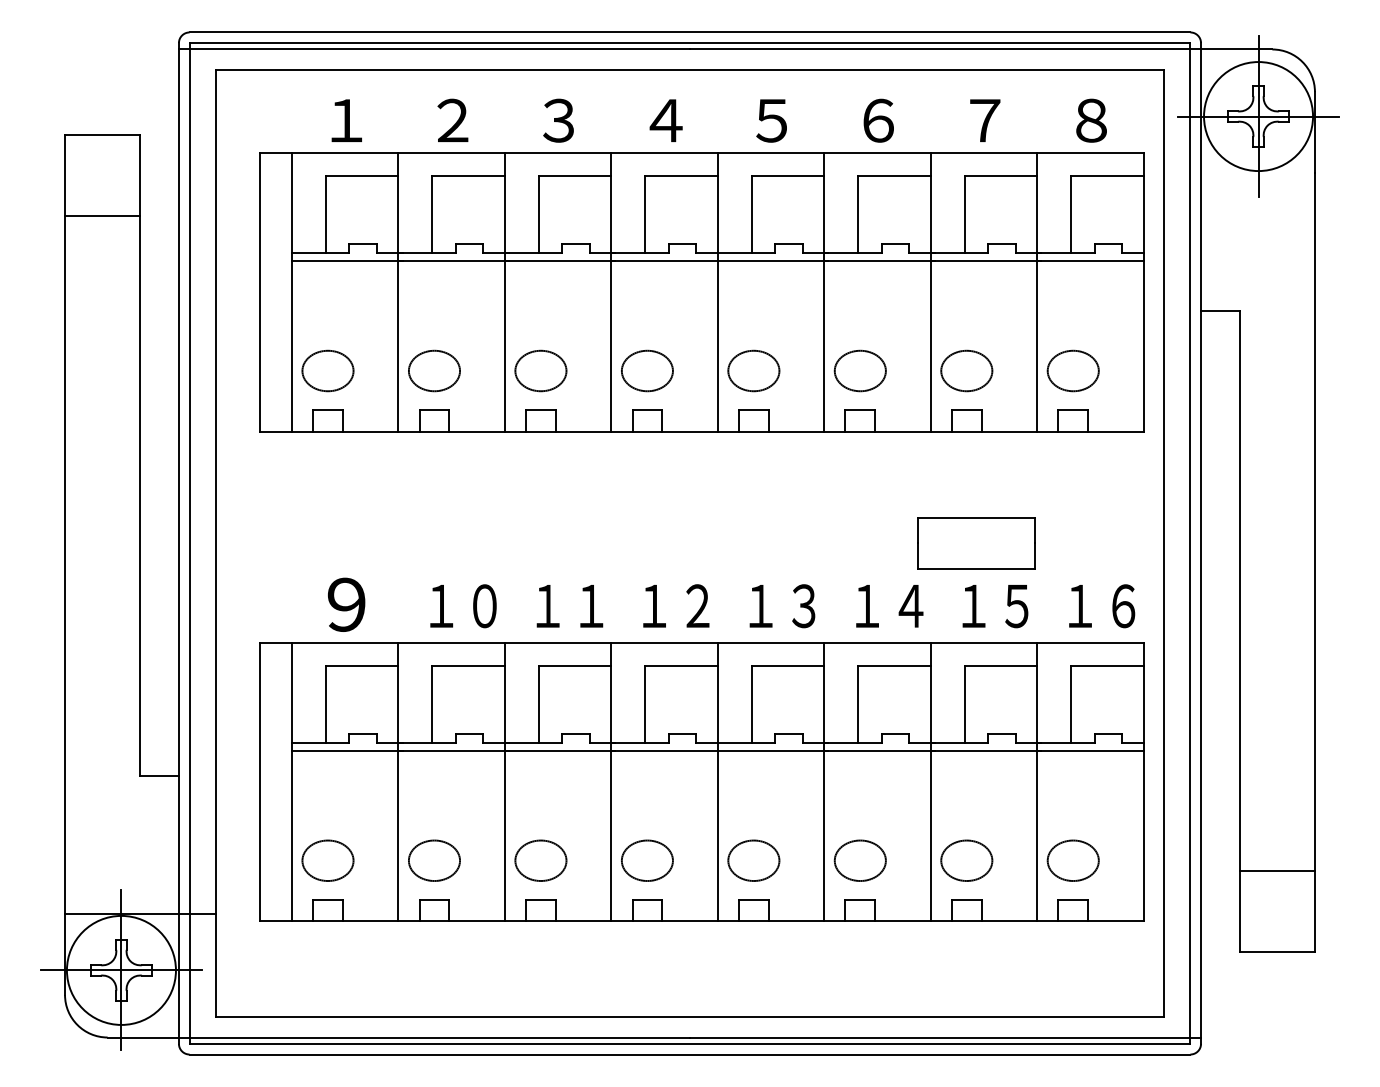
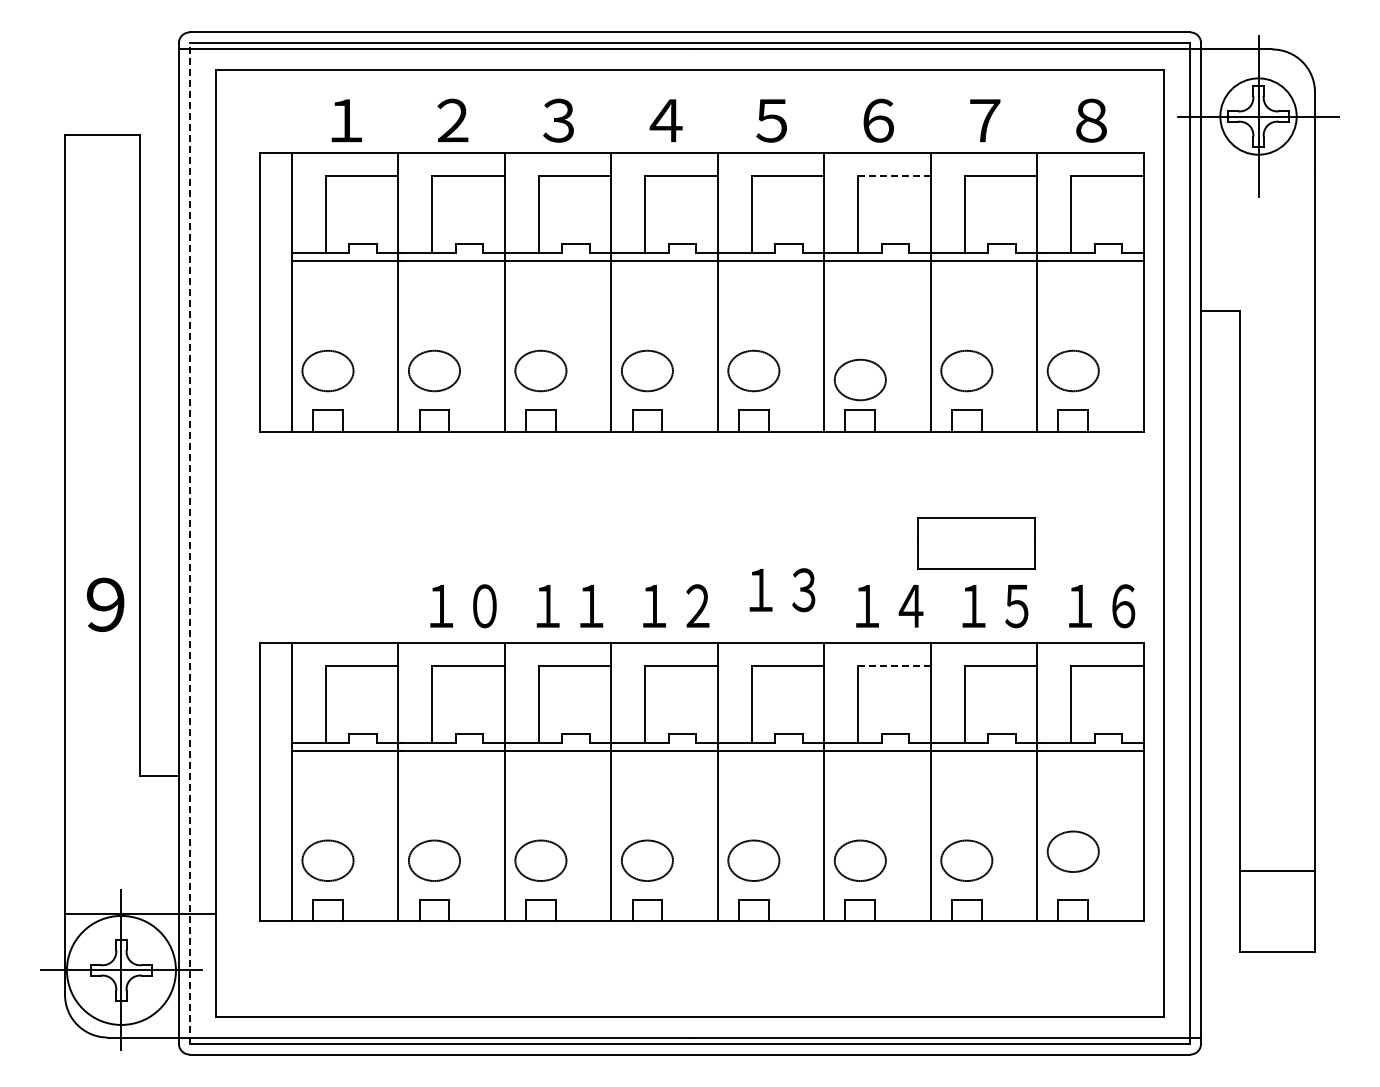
circle at (1258, 116) diameter: 109 px -> 76 px
line at (893, 176): solid -> dashed
line at (102, 215): present -> none
part at (859, 370) position: (859, 370) -> (859, 379)
line at (189, 543): solid -> dashed
text at (346, 604) position: (346, 604) -> (105, 604)
text at (782, 606) position: (782, 606) -> (782, 590)
line at (893, 665): solid -> dashed
part at (1072, 860) position: (1072, 860) -> (1072, 851)
